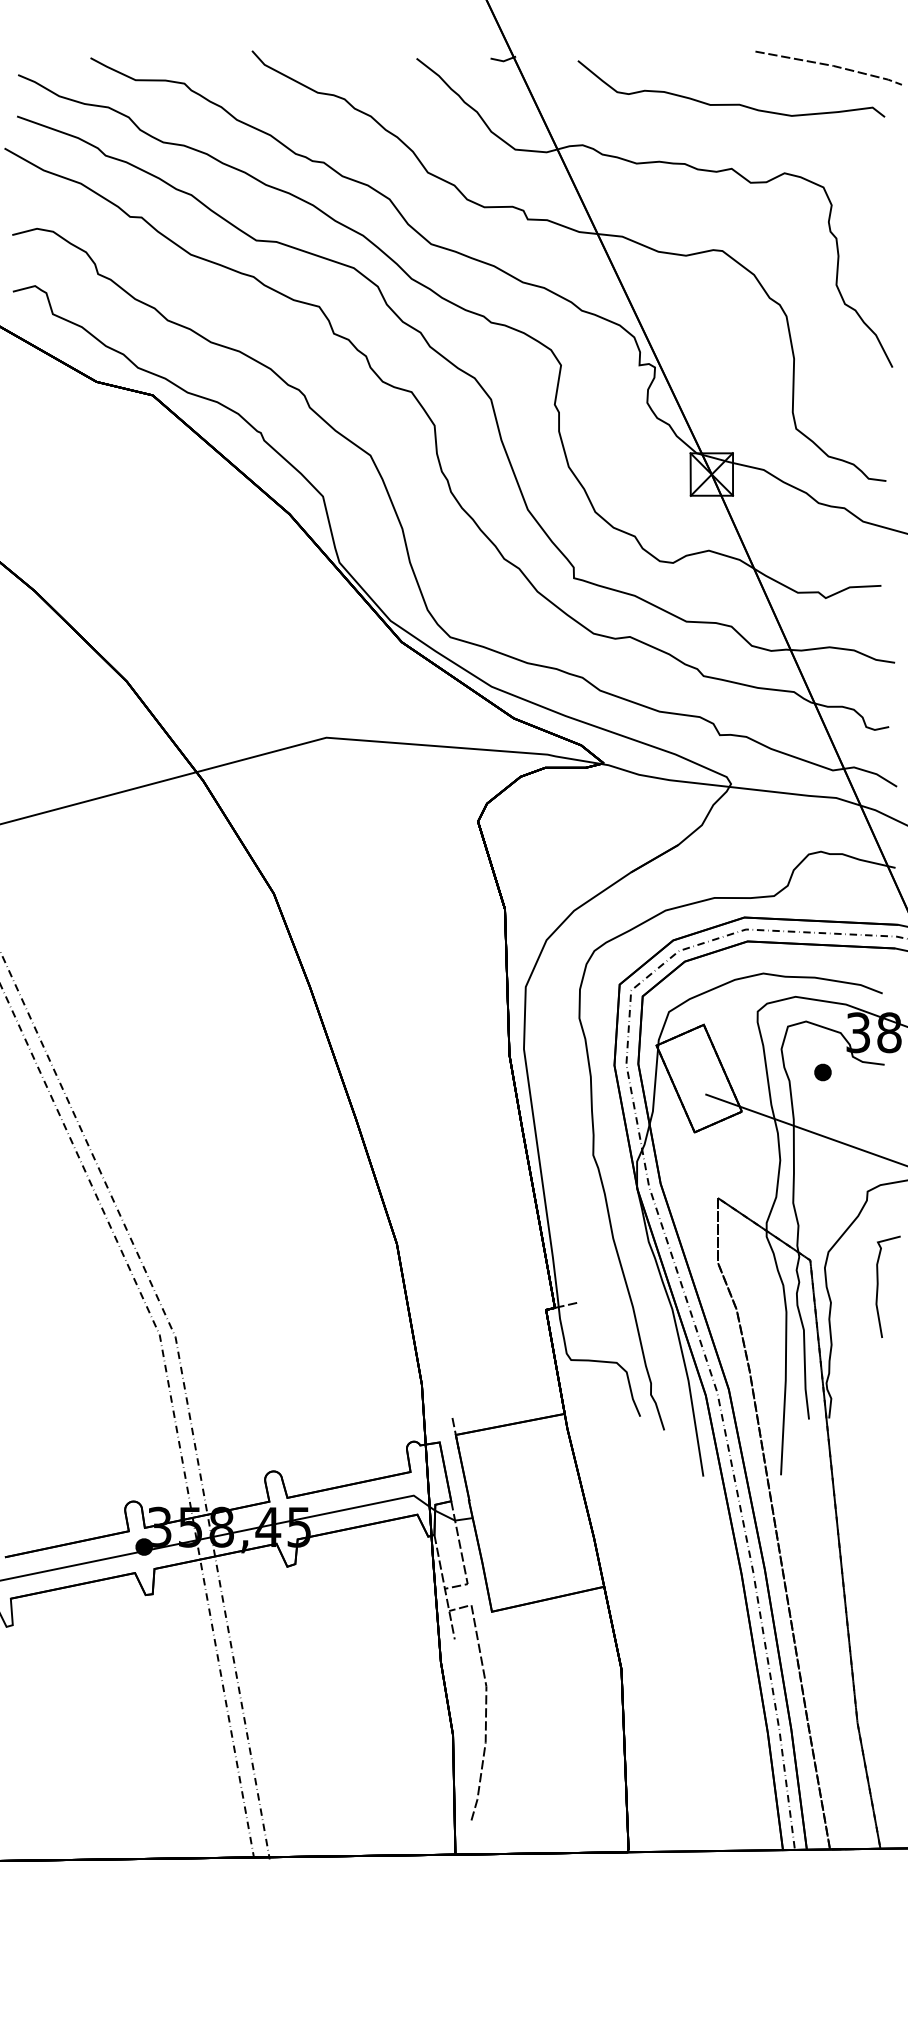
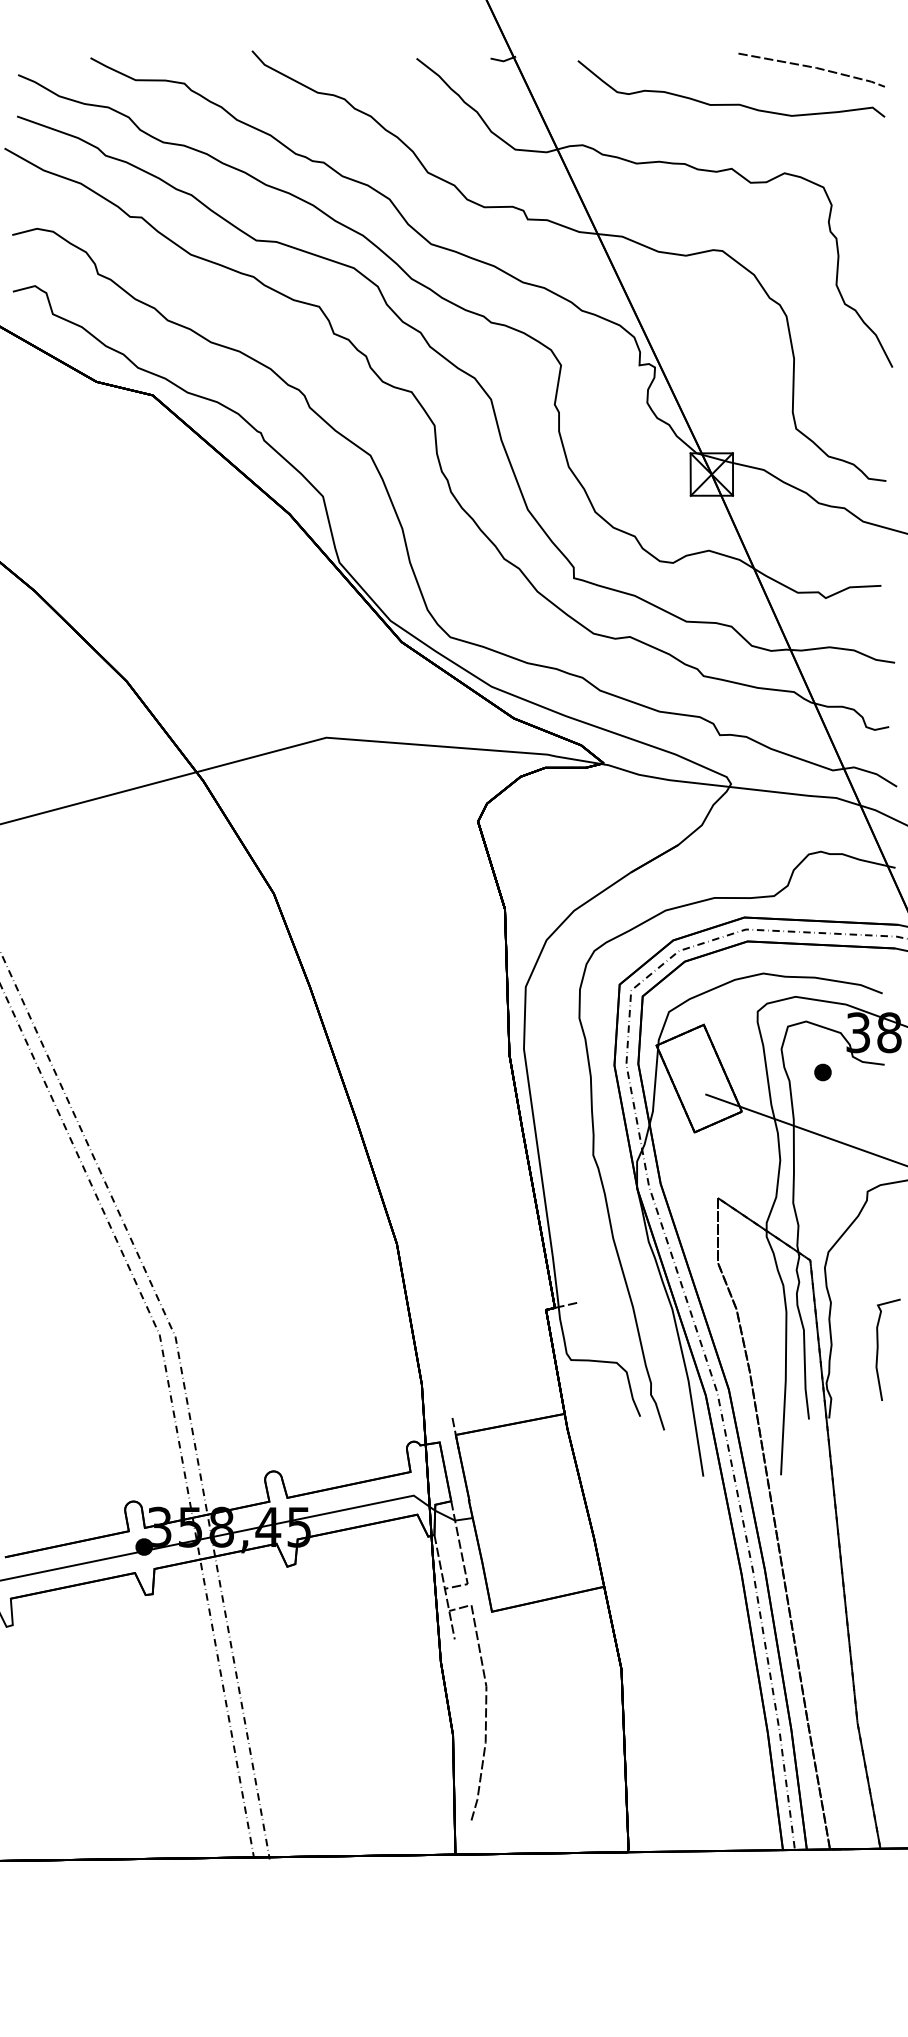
line at (828, 65) position: (828, 65) -> (811, 67)
curve at (878, 1286) position: (878, 1286) -> (878, 1349)
